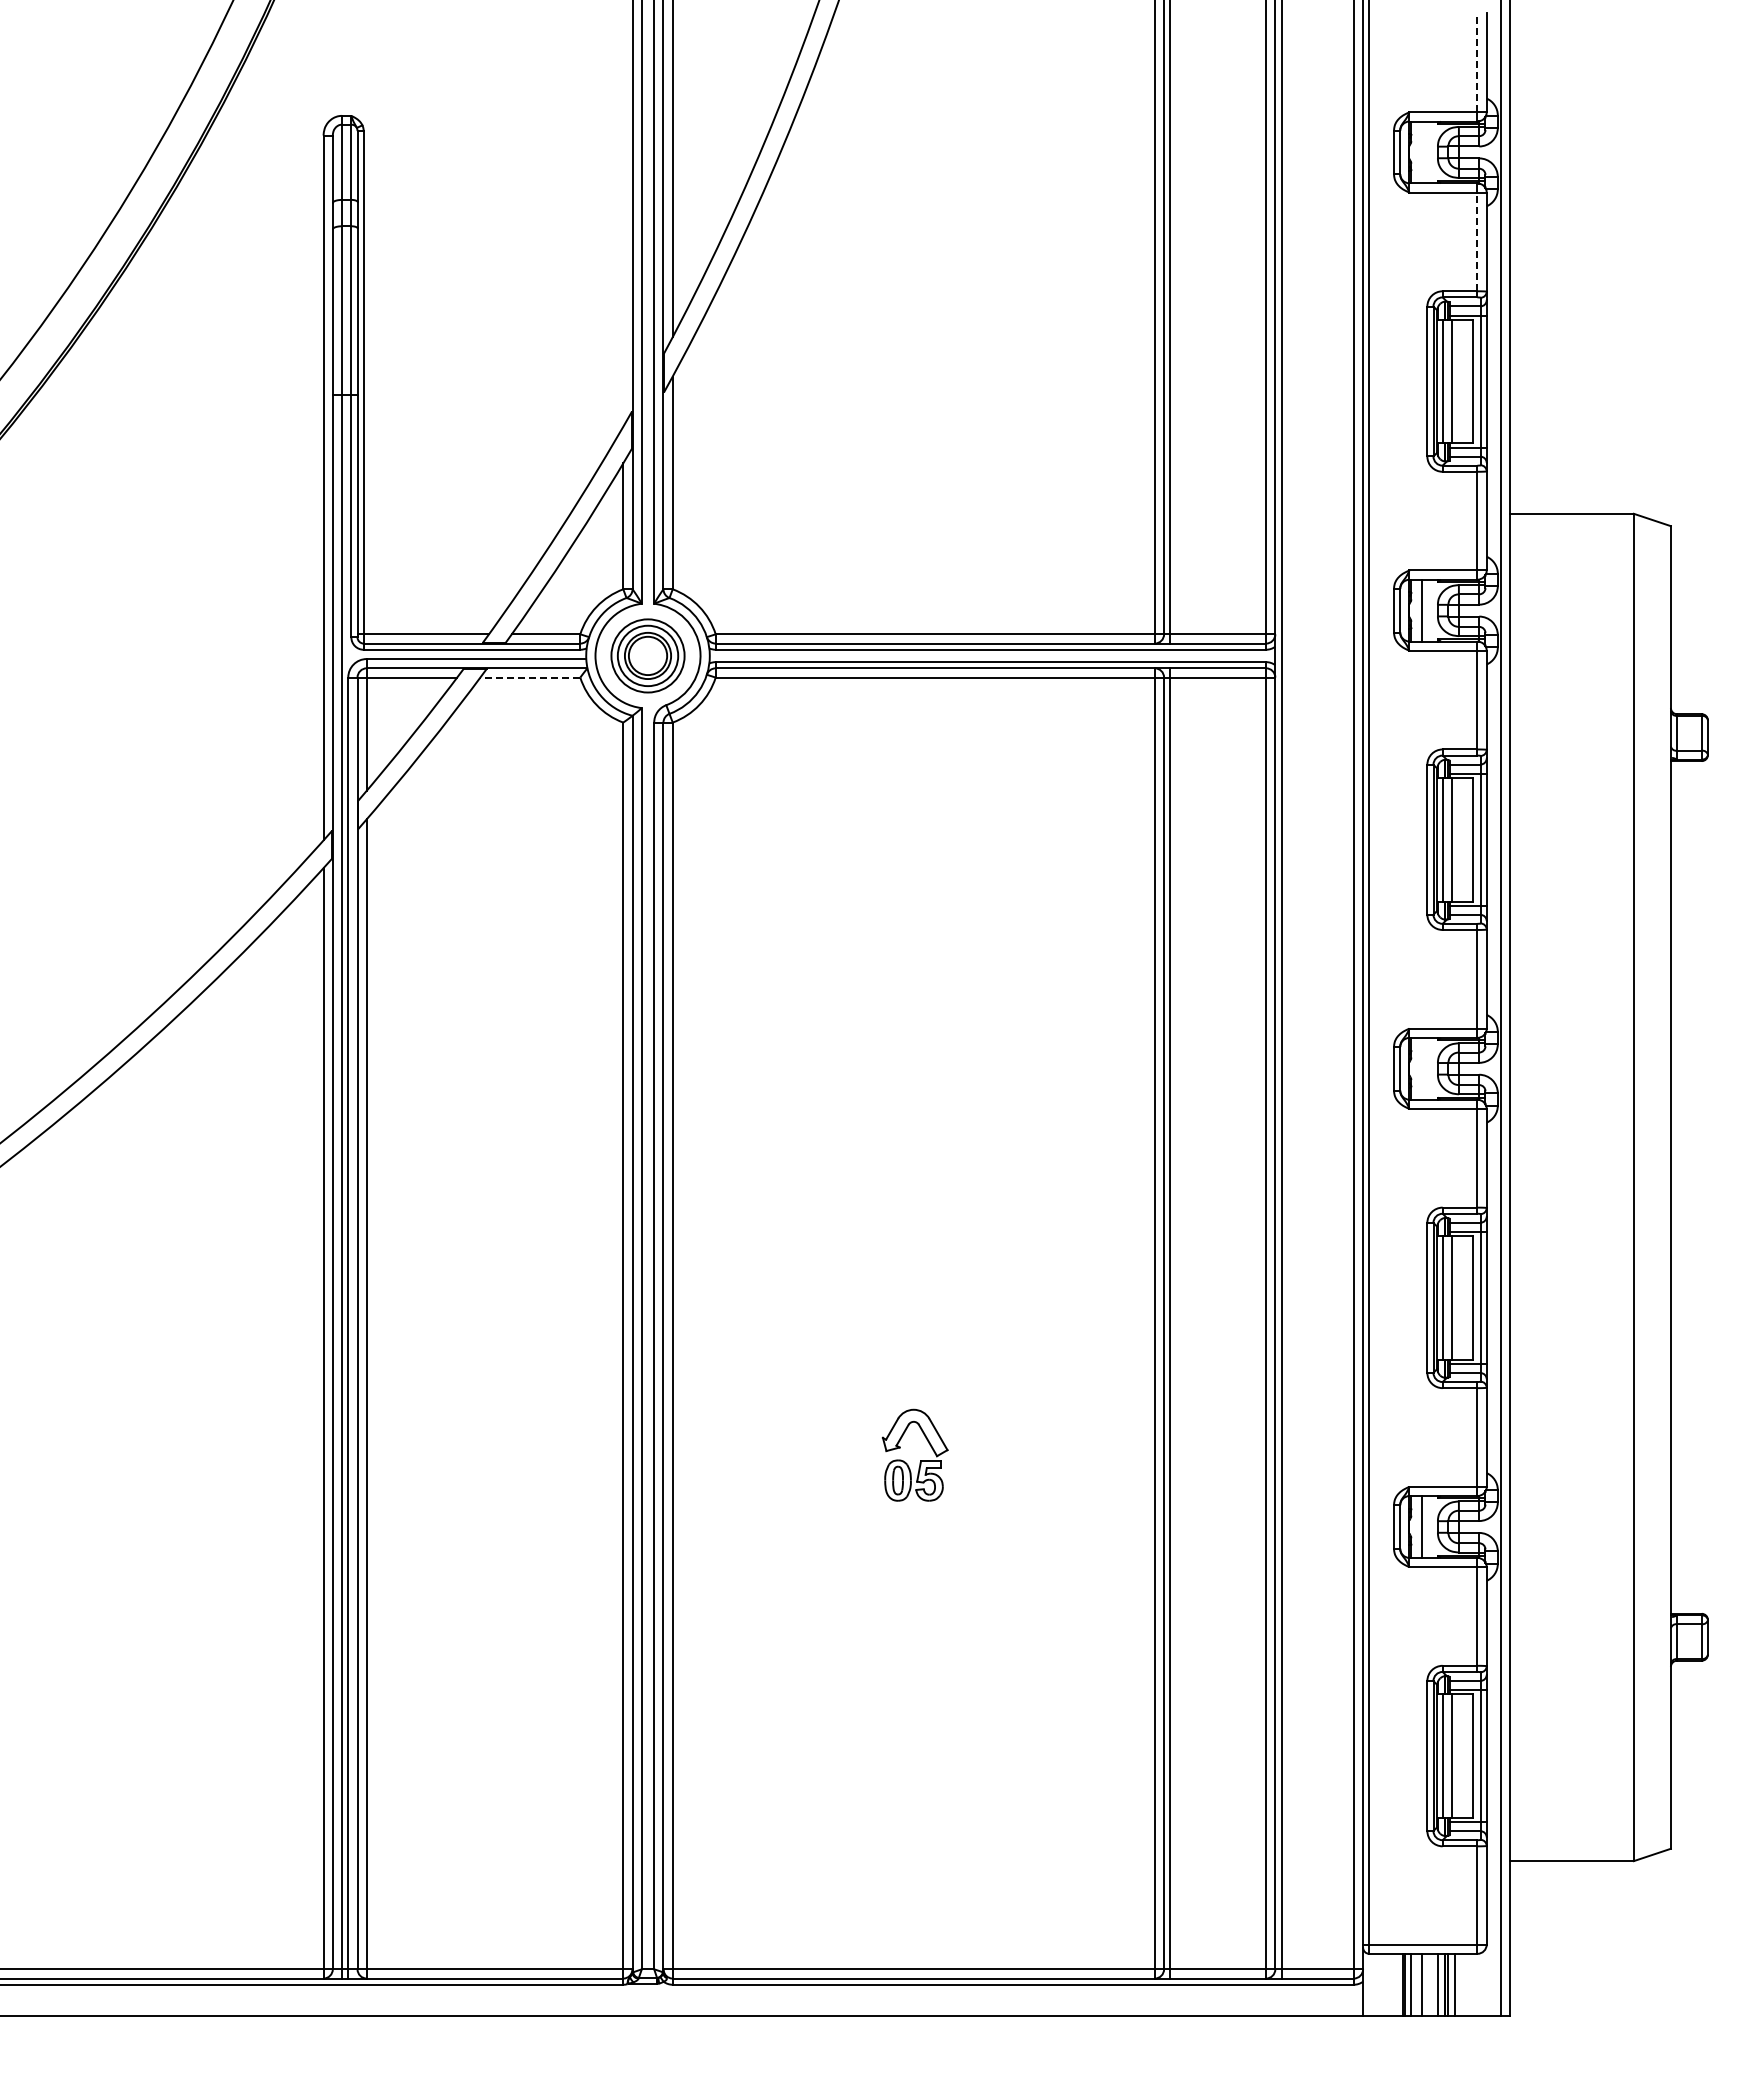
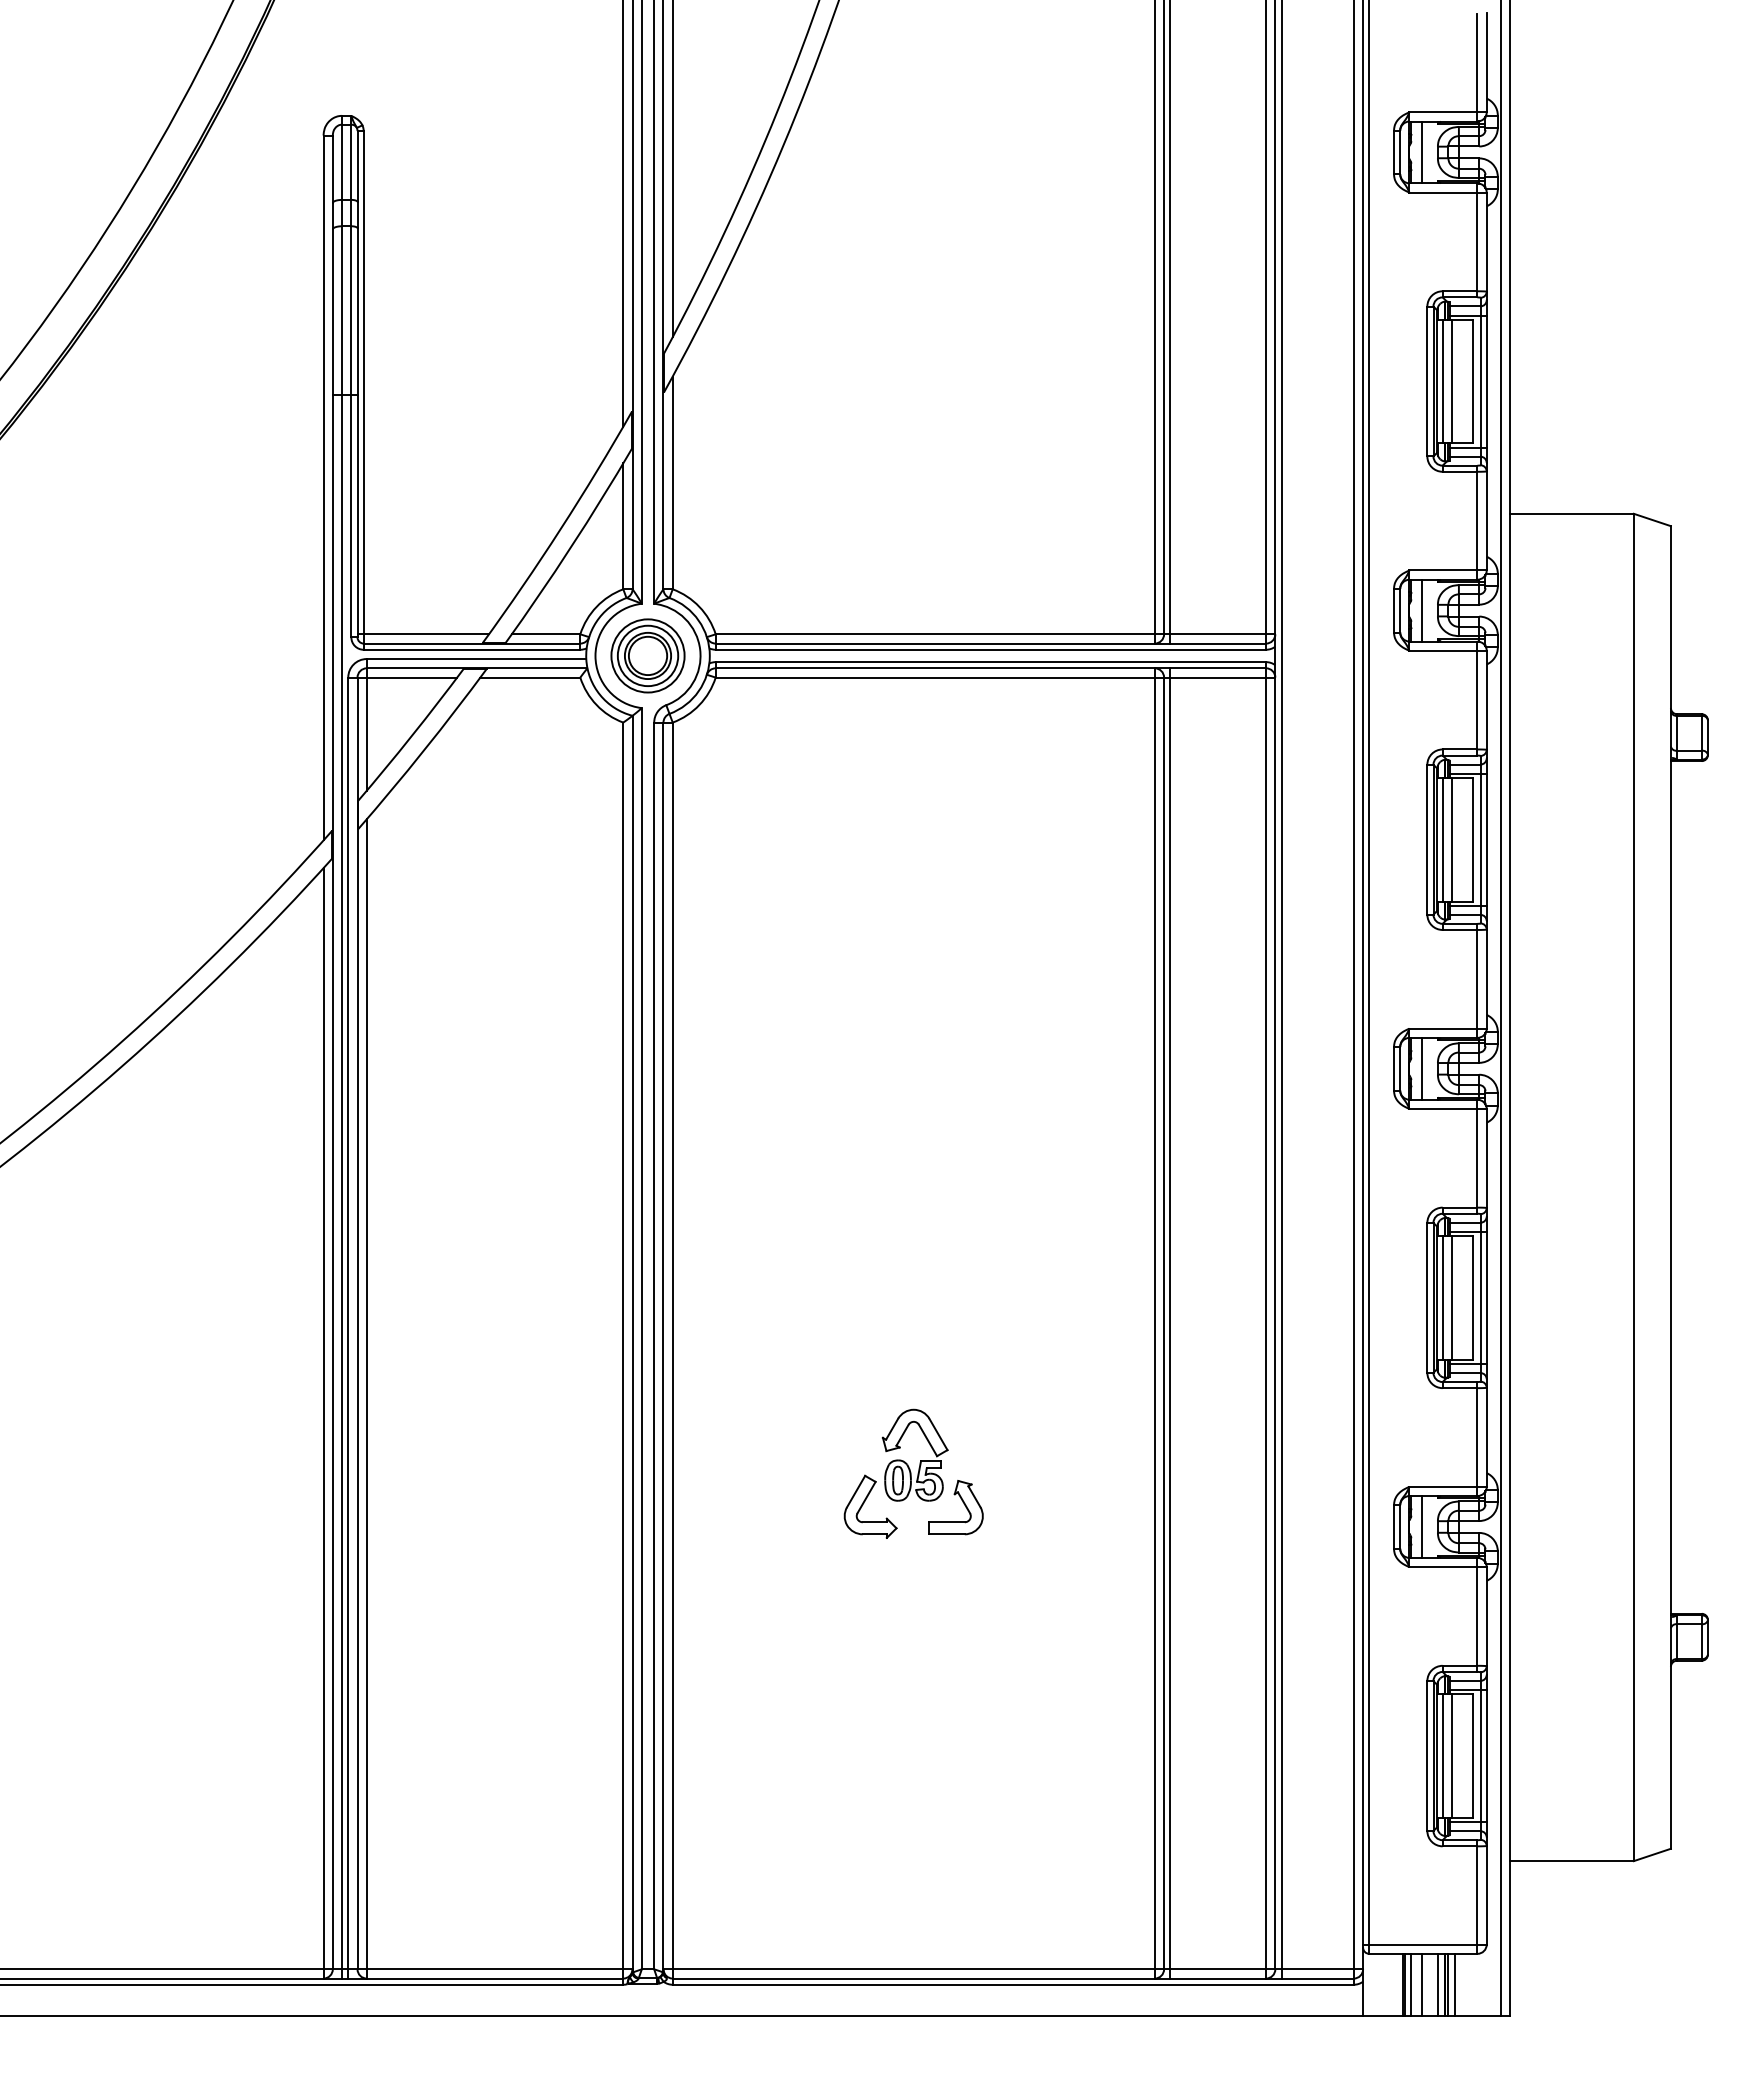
line at (1477, 62): dashed -> solid
line at (1421, 152): none -> present
line at (623, 214): none -> present
line at (1477, 241): dashed -> solid
line at (530, 677): dashed -> solid
line at (1421, 1068): none -> present
part at (864, 1503): none -> present
part at (963, 1504): none -> present
